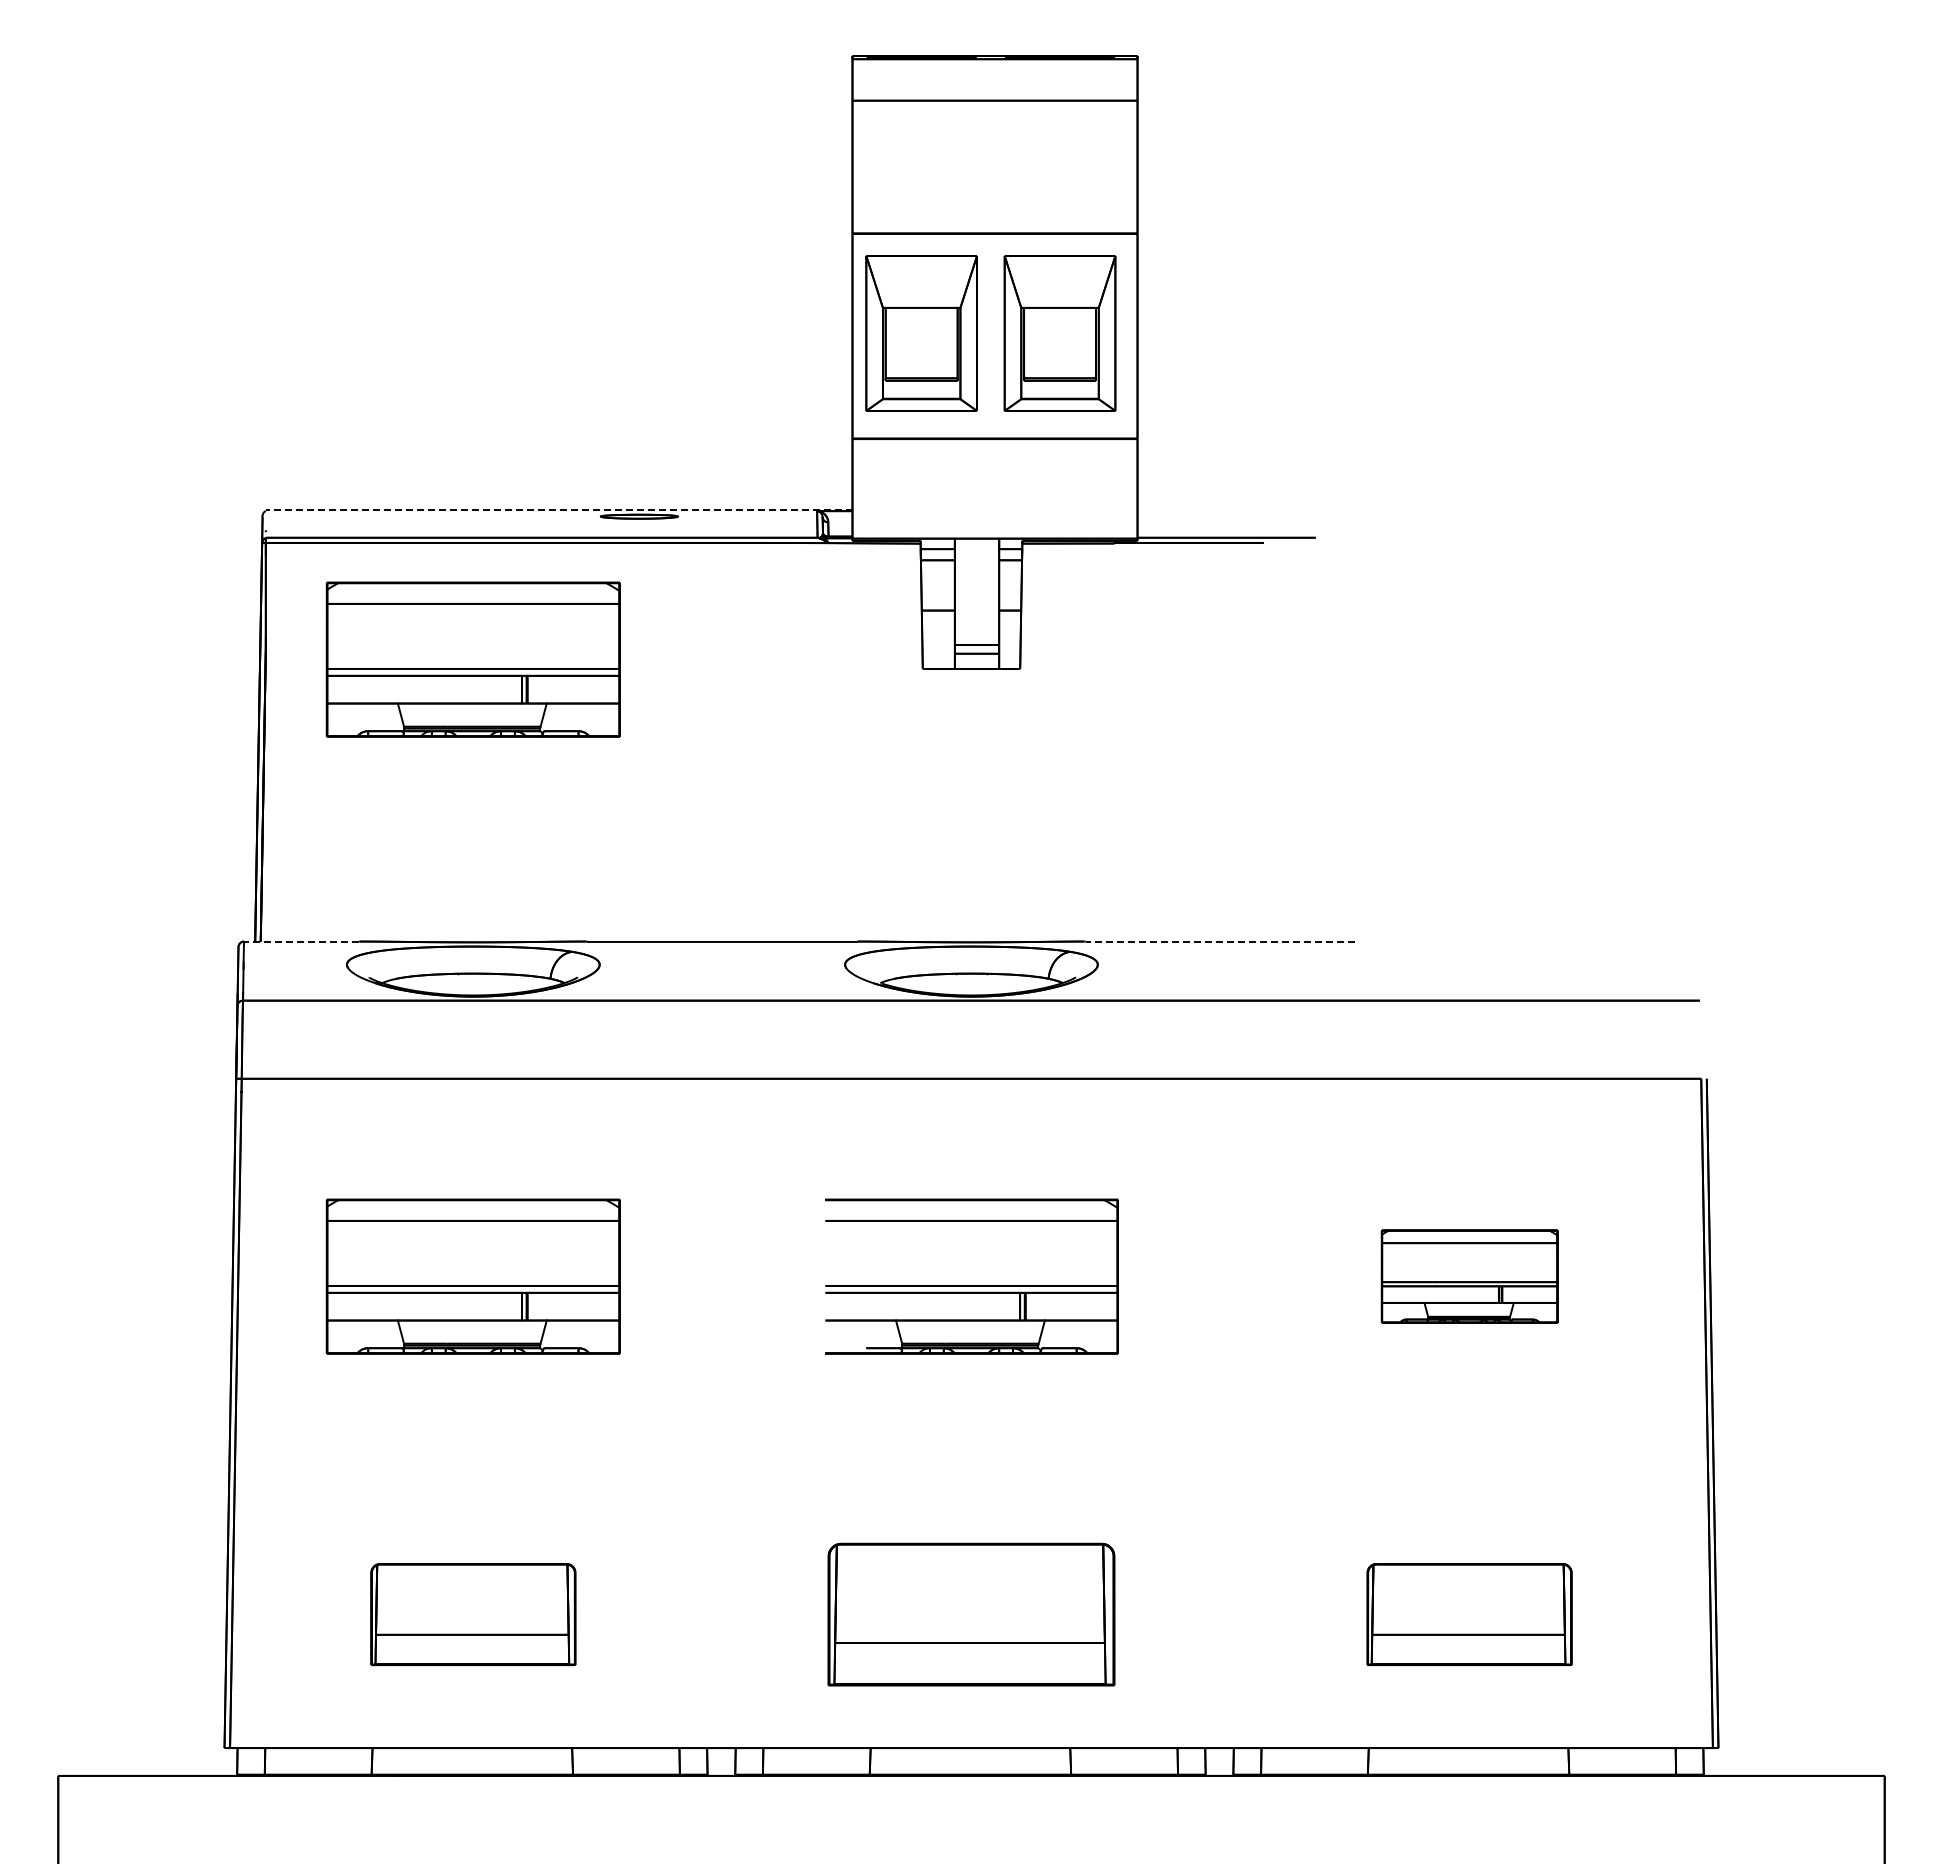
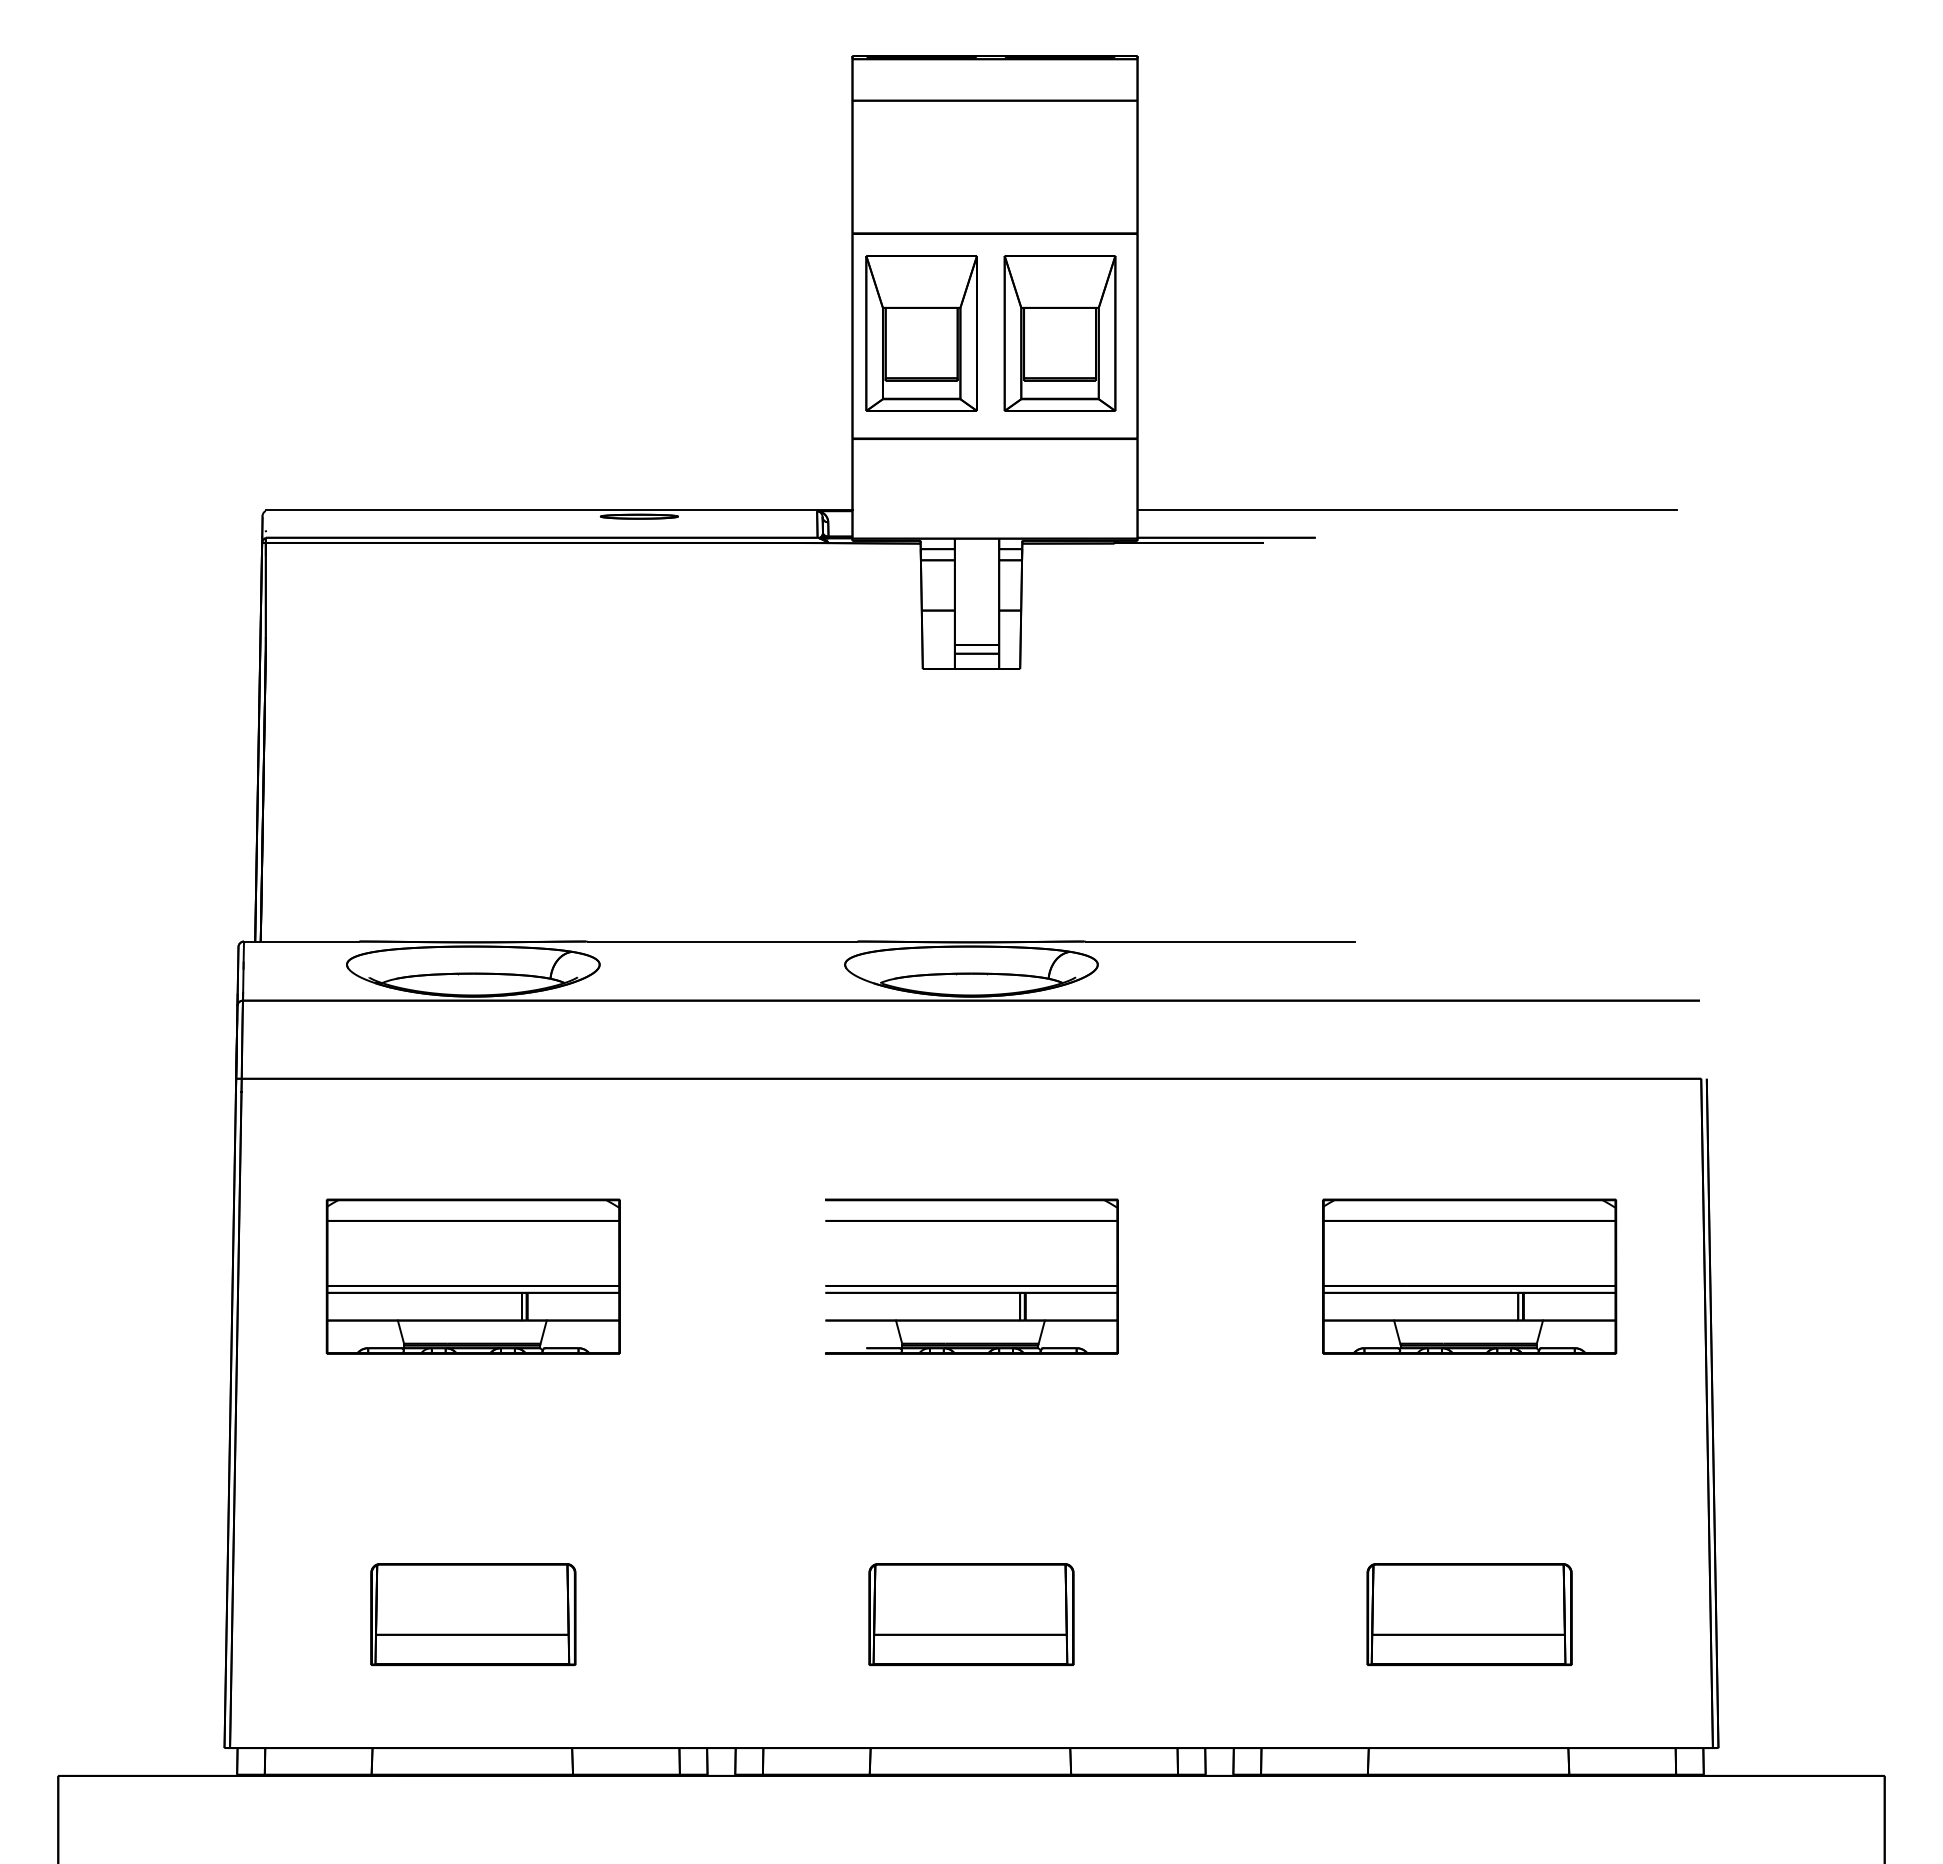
line at (558, 510): dashed -> solid
line at (1407, 510): none -> present
part at (472, 659): present -> none
line at (301, 941): dashed -> solid
line at (1220, 941): dashed -> solid
part at (1469, 1276) size: 179x95 px -> 296x157 px
part at (971, 1614) size: 289x145 px -> 207x103 px
